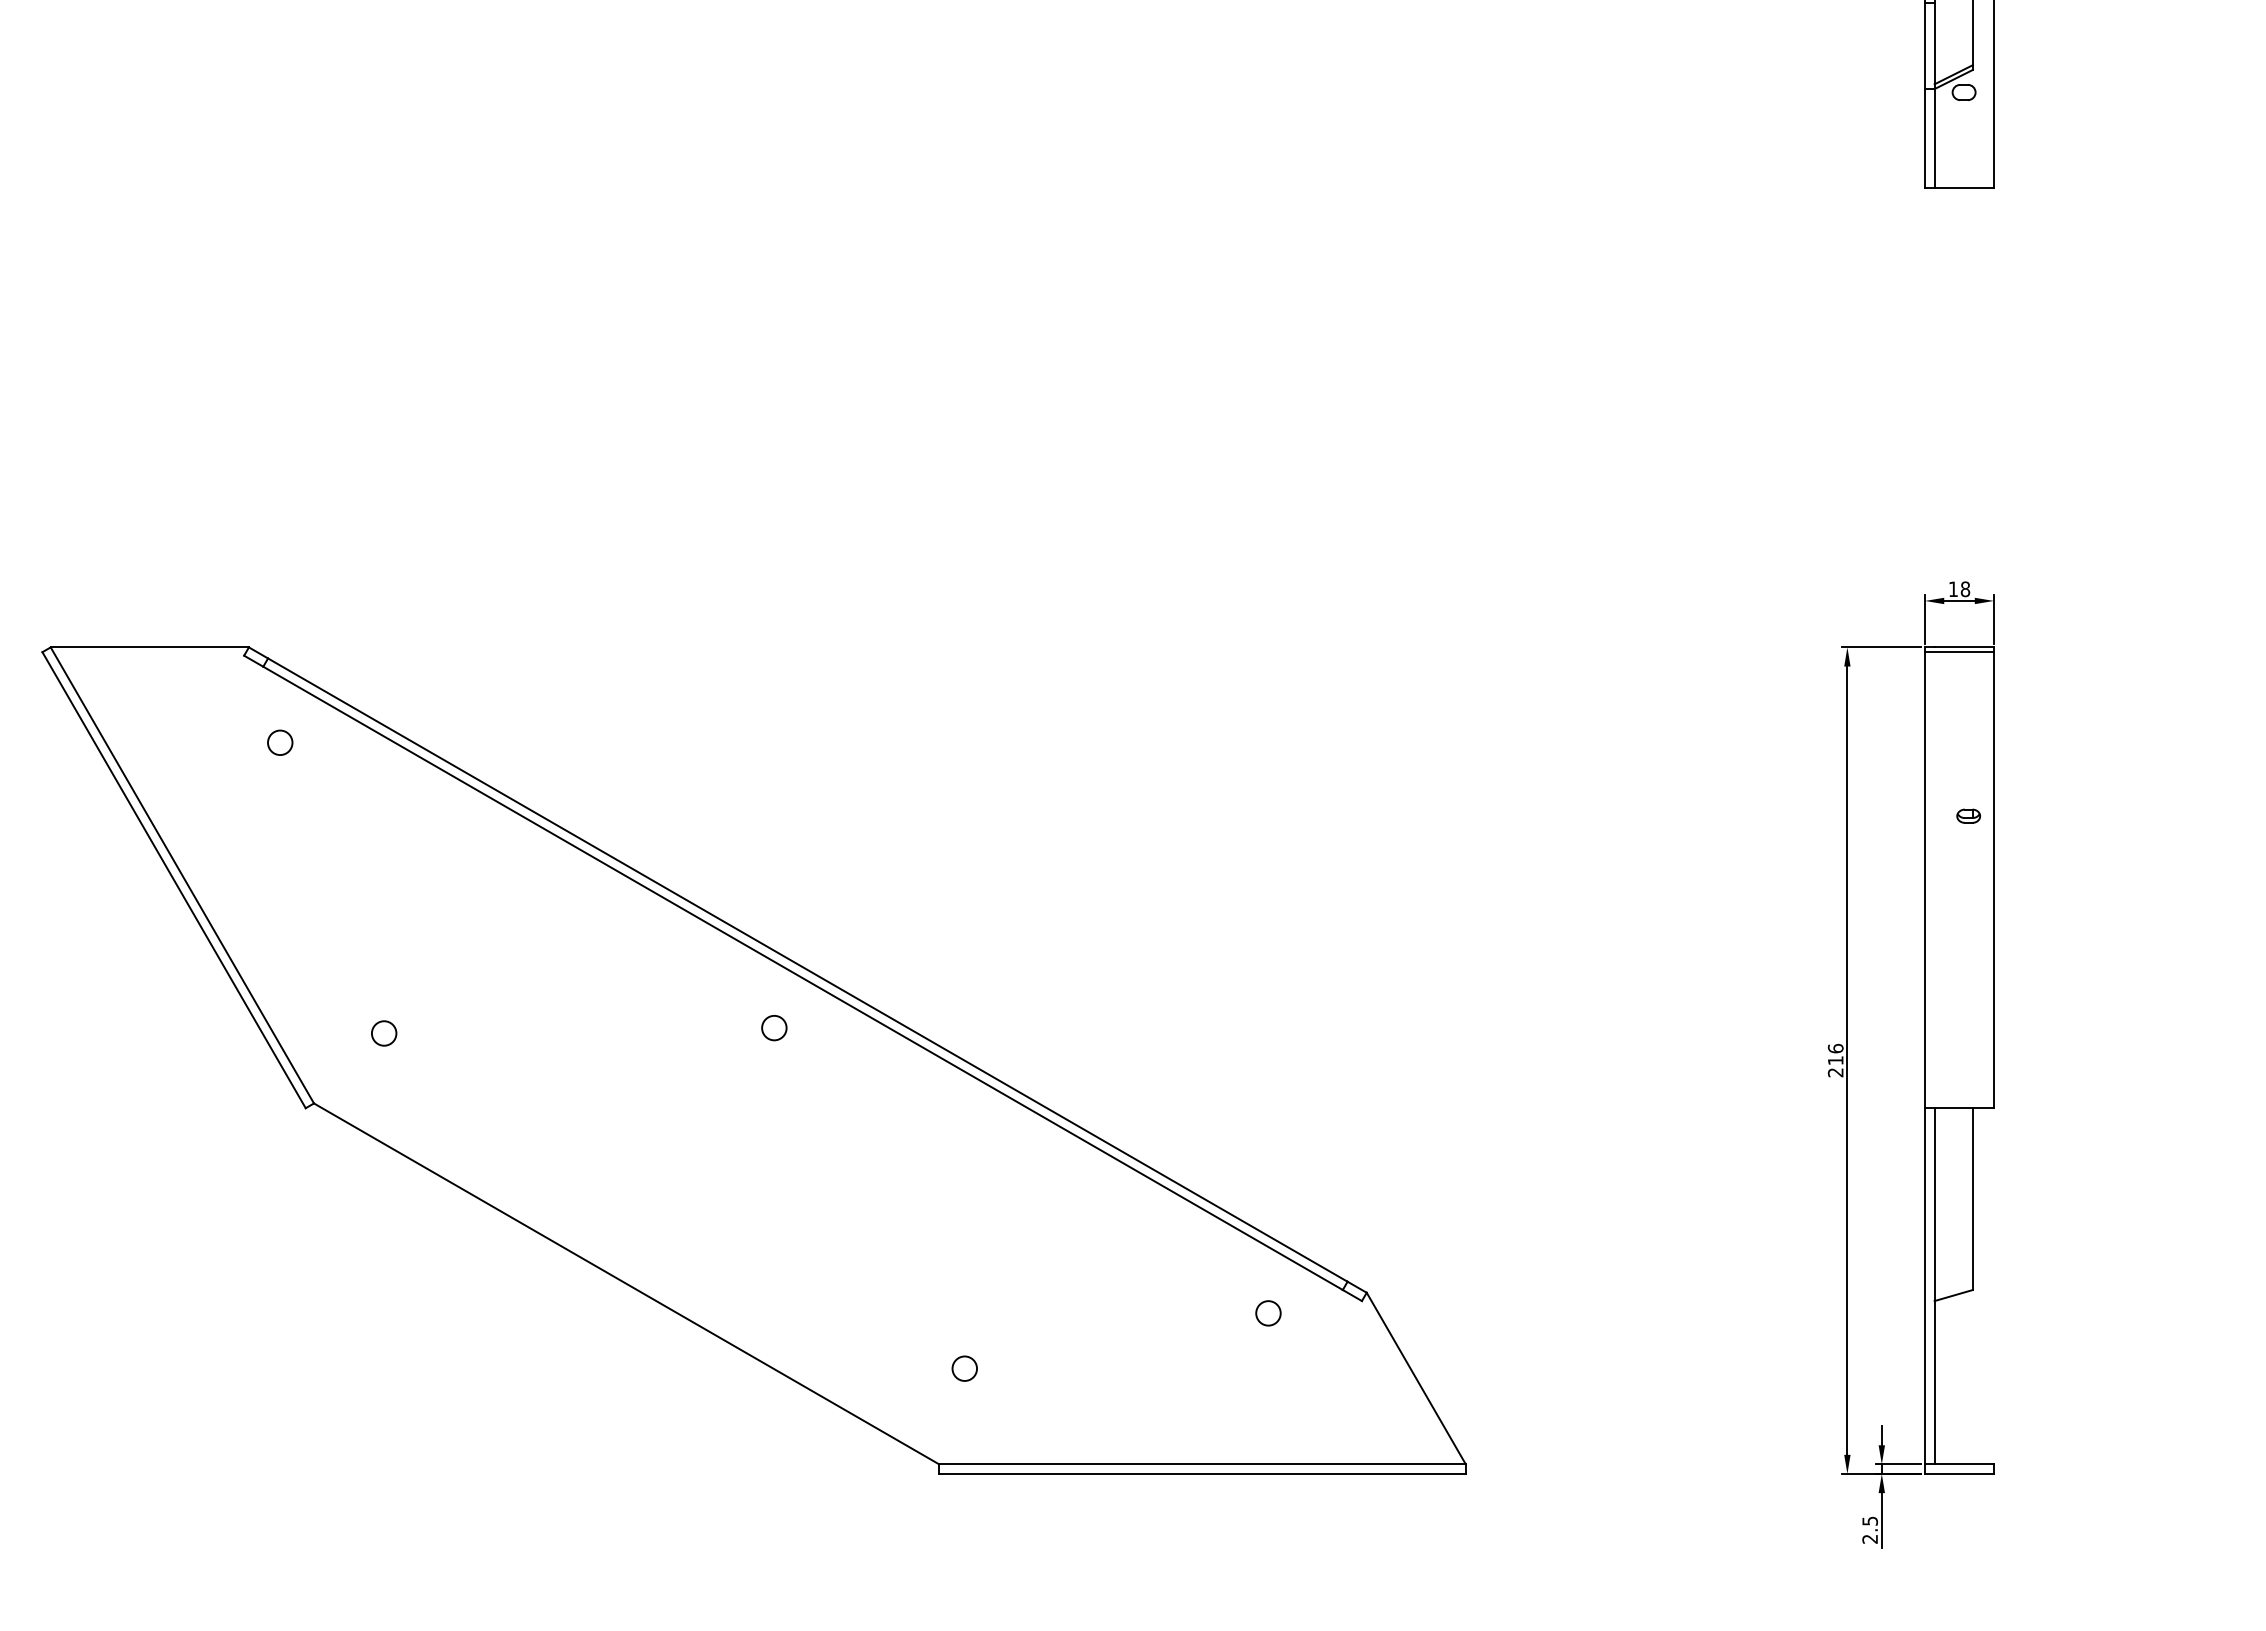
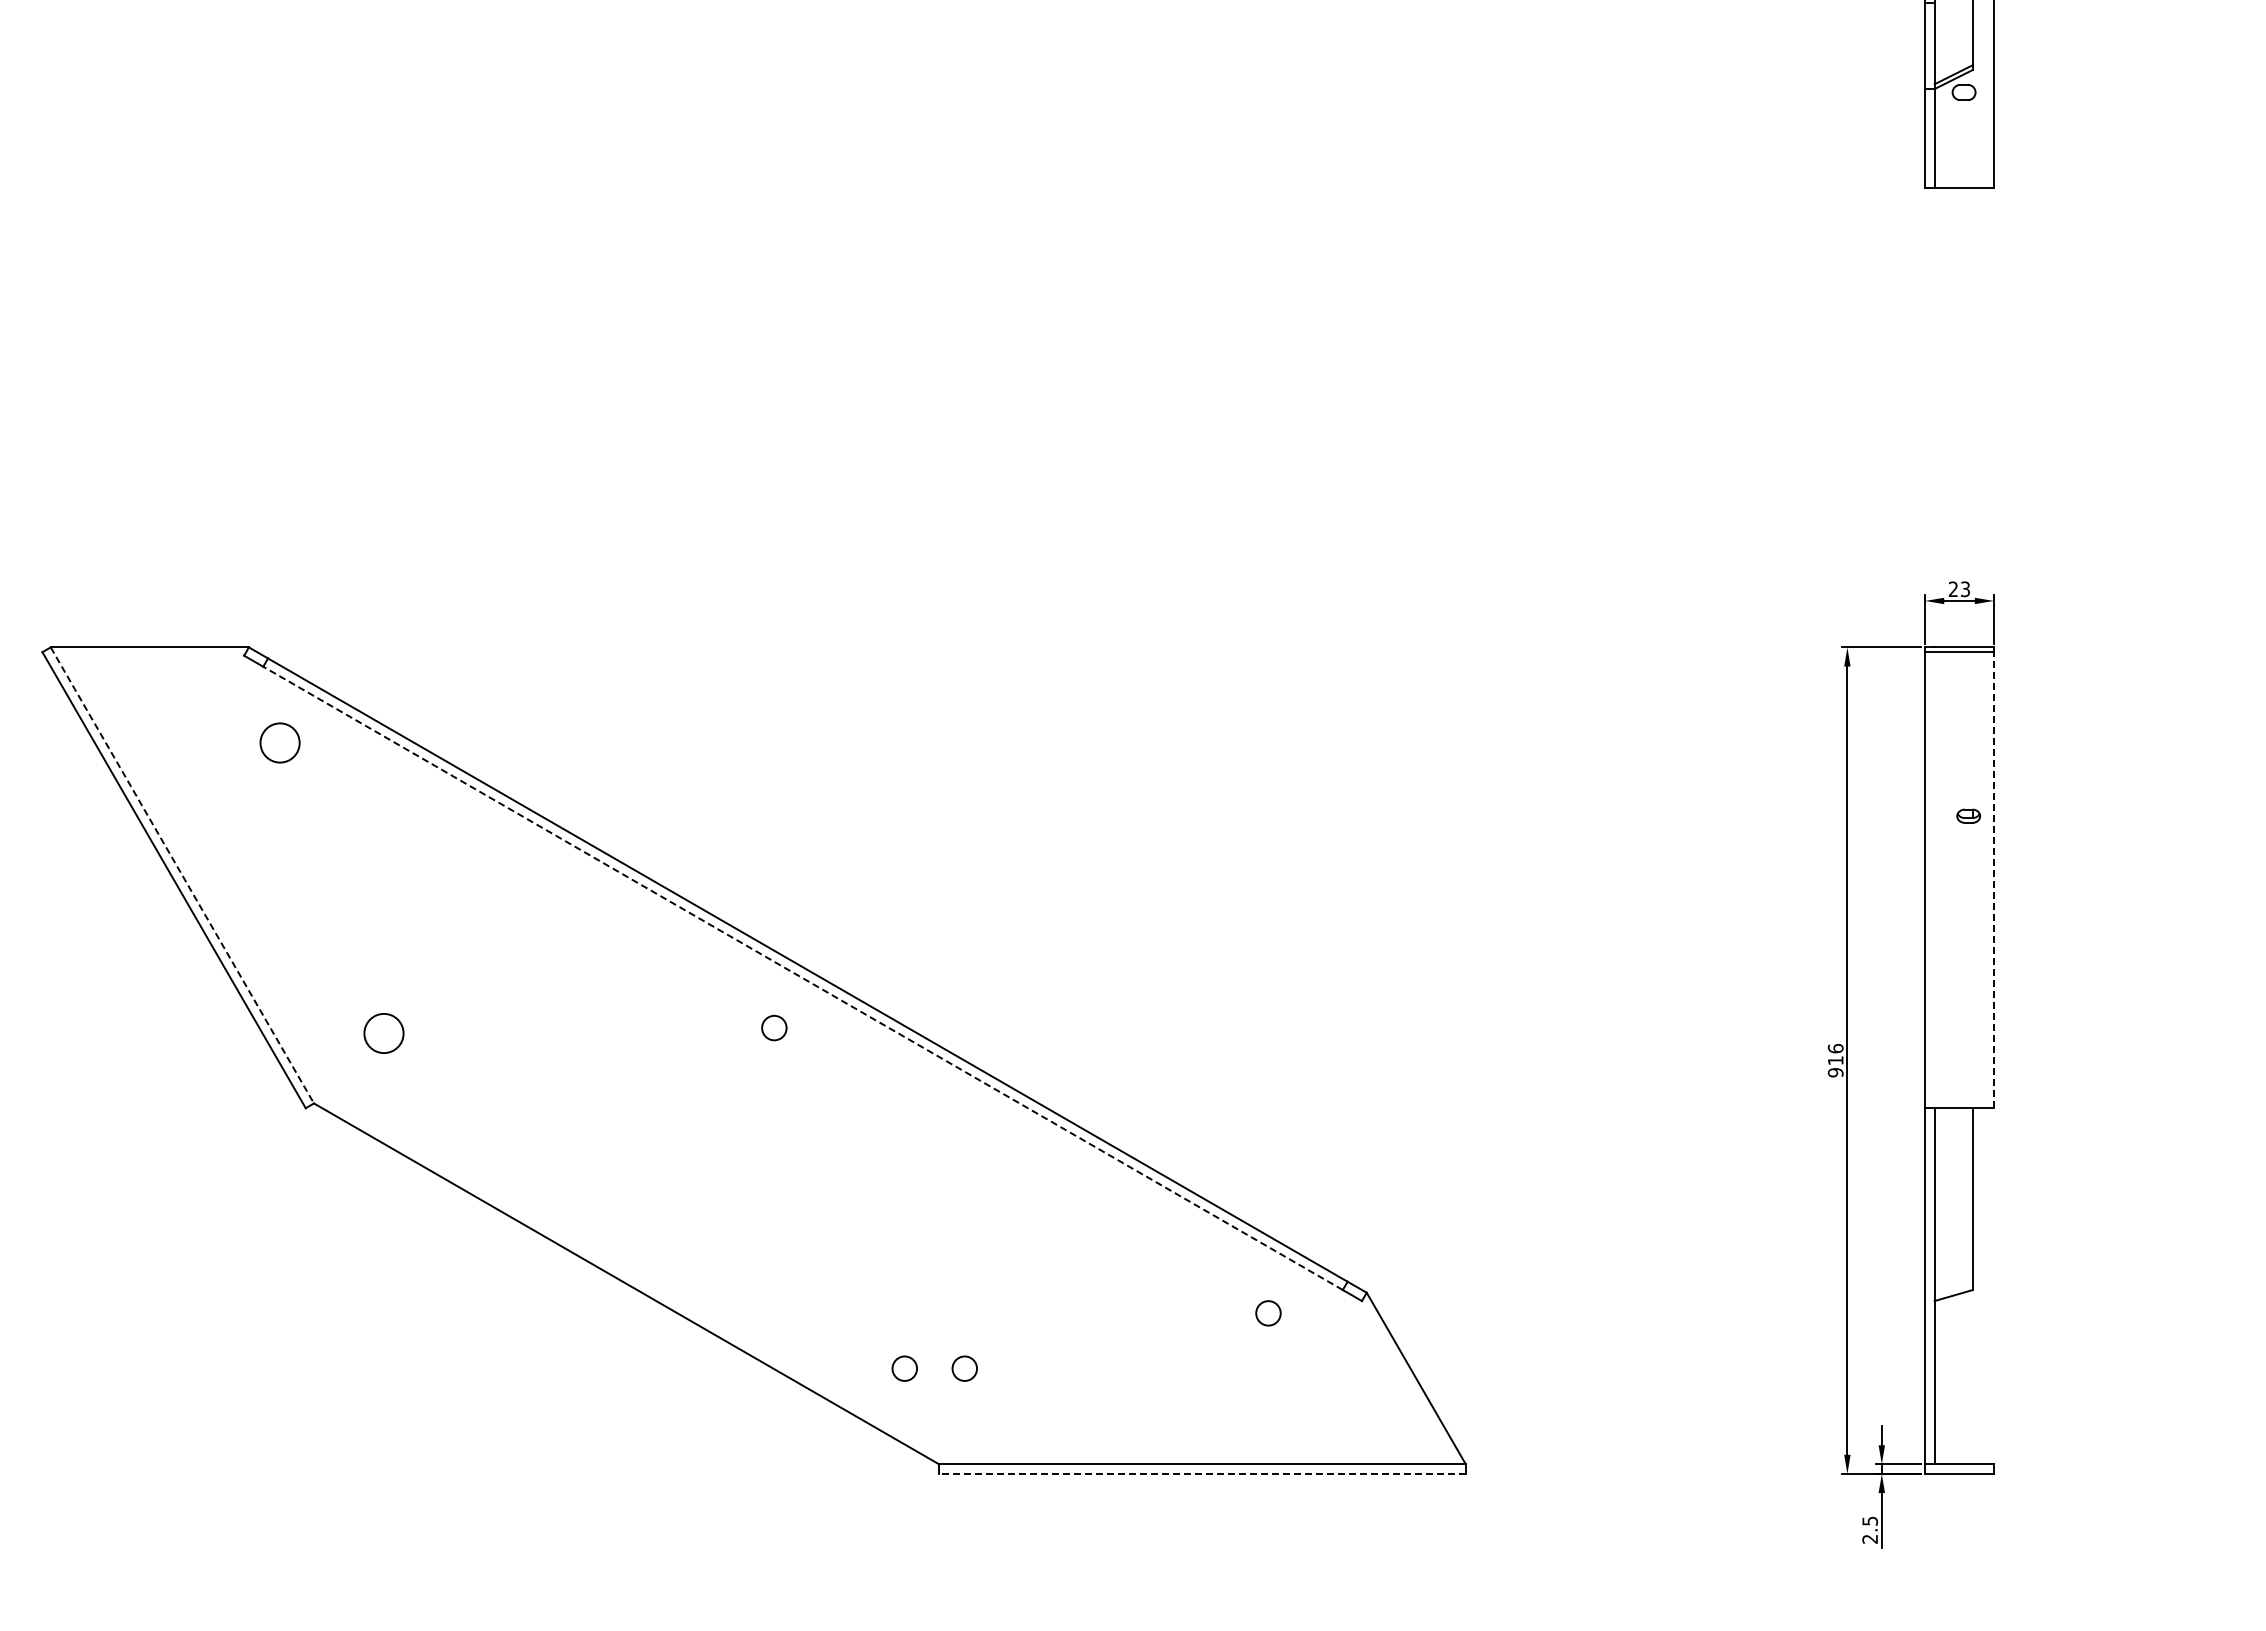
text at (1959, 589): 18 -> 23
circle at (280, 742) size: 27x27 px -> 42x42 px
line at (182, 875): solid -> dashed
line at (1993, 879): solid -> dashed
line at (802, 978): solid -> dashed
circle at (384, 1033) size: 27x27 px -> 42x41 px
text at (1835, 1072): 216 -> 916
circle at (904, 1368): none -> present
line at (1202, 1473): solid -> dashed
